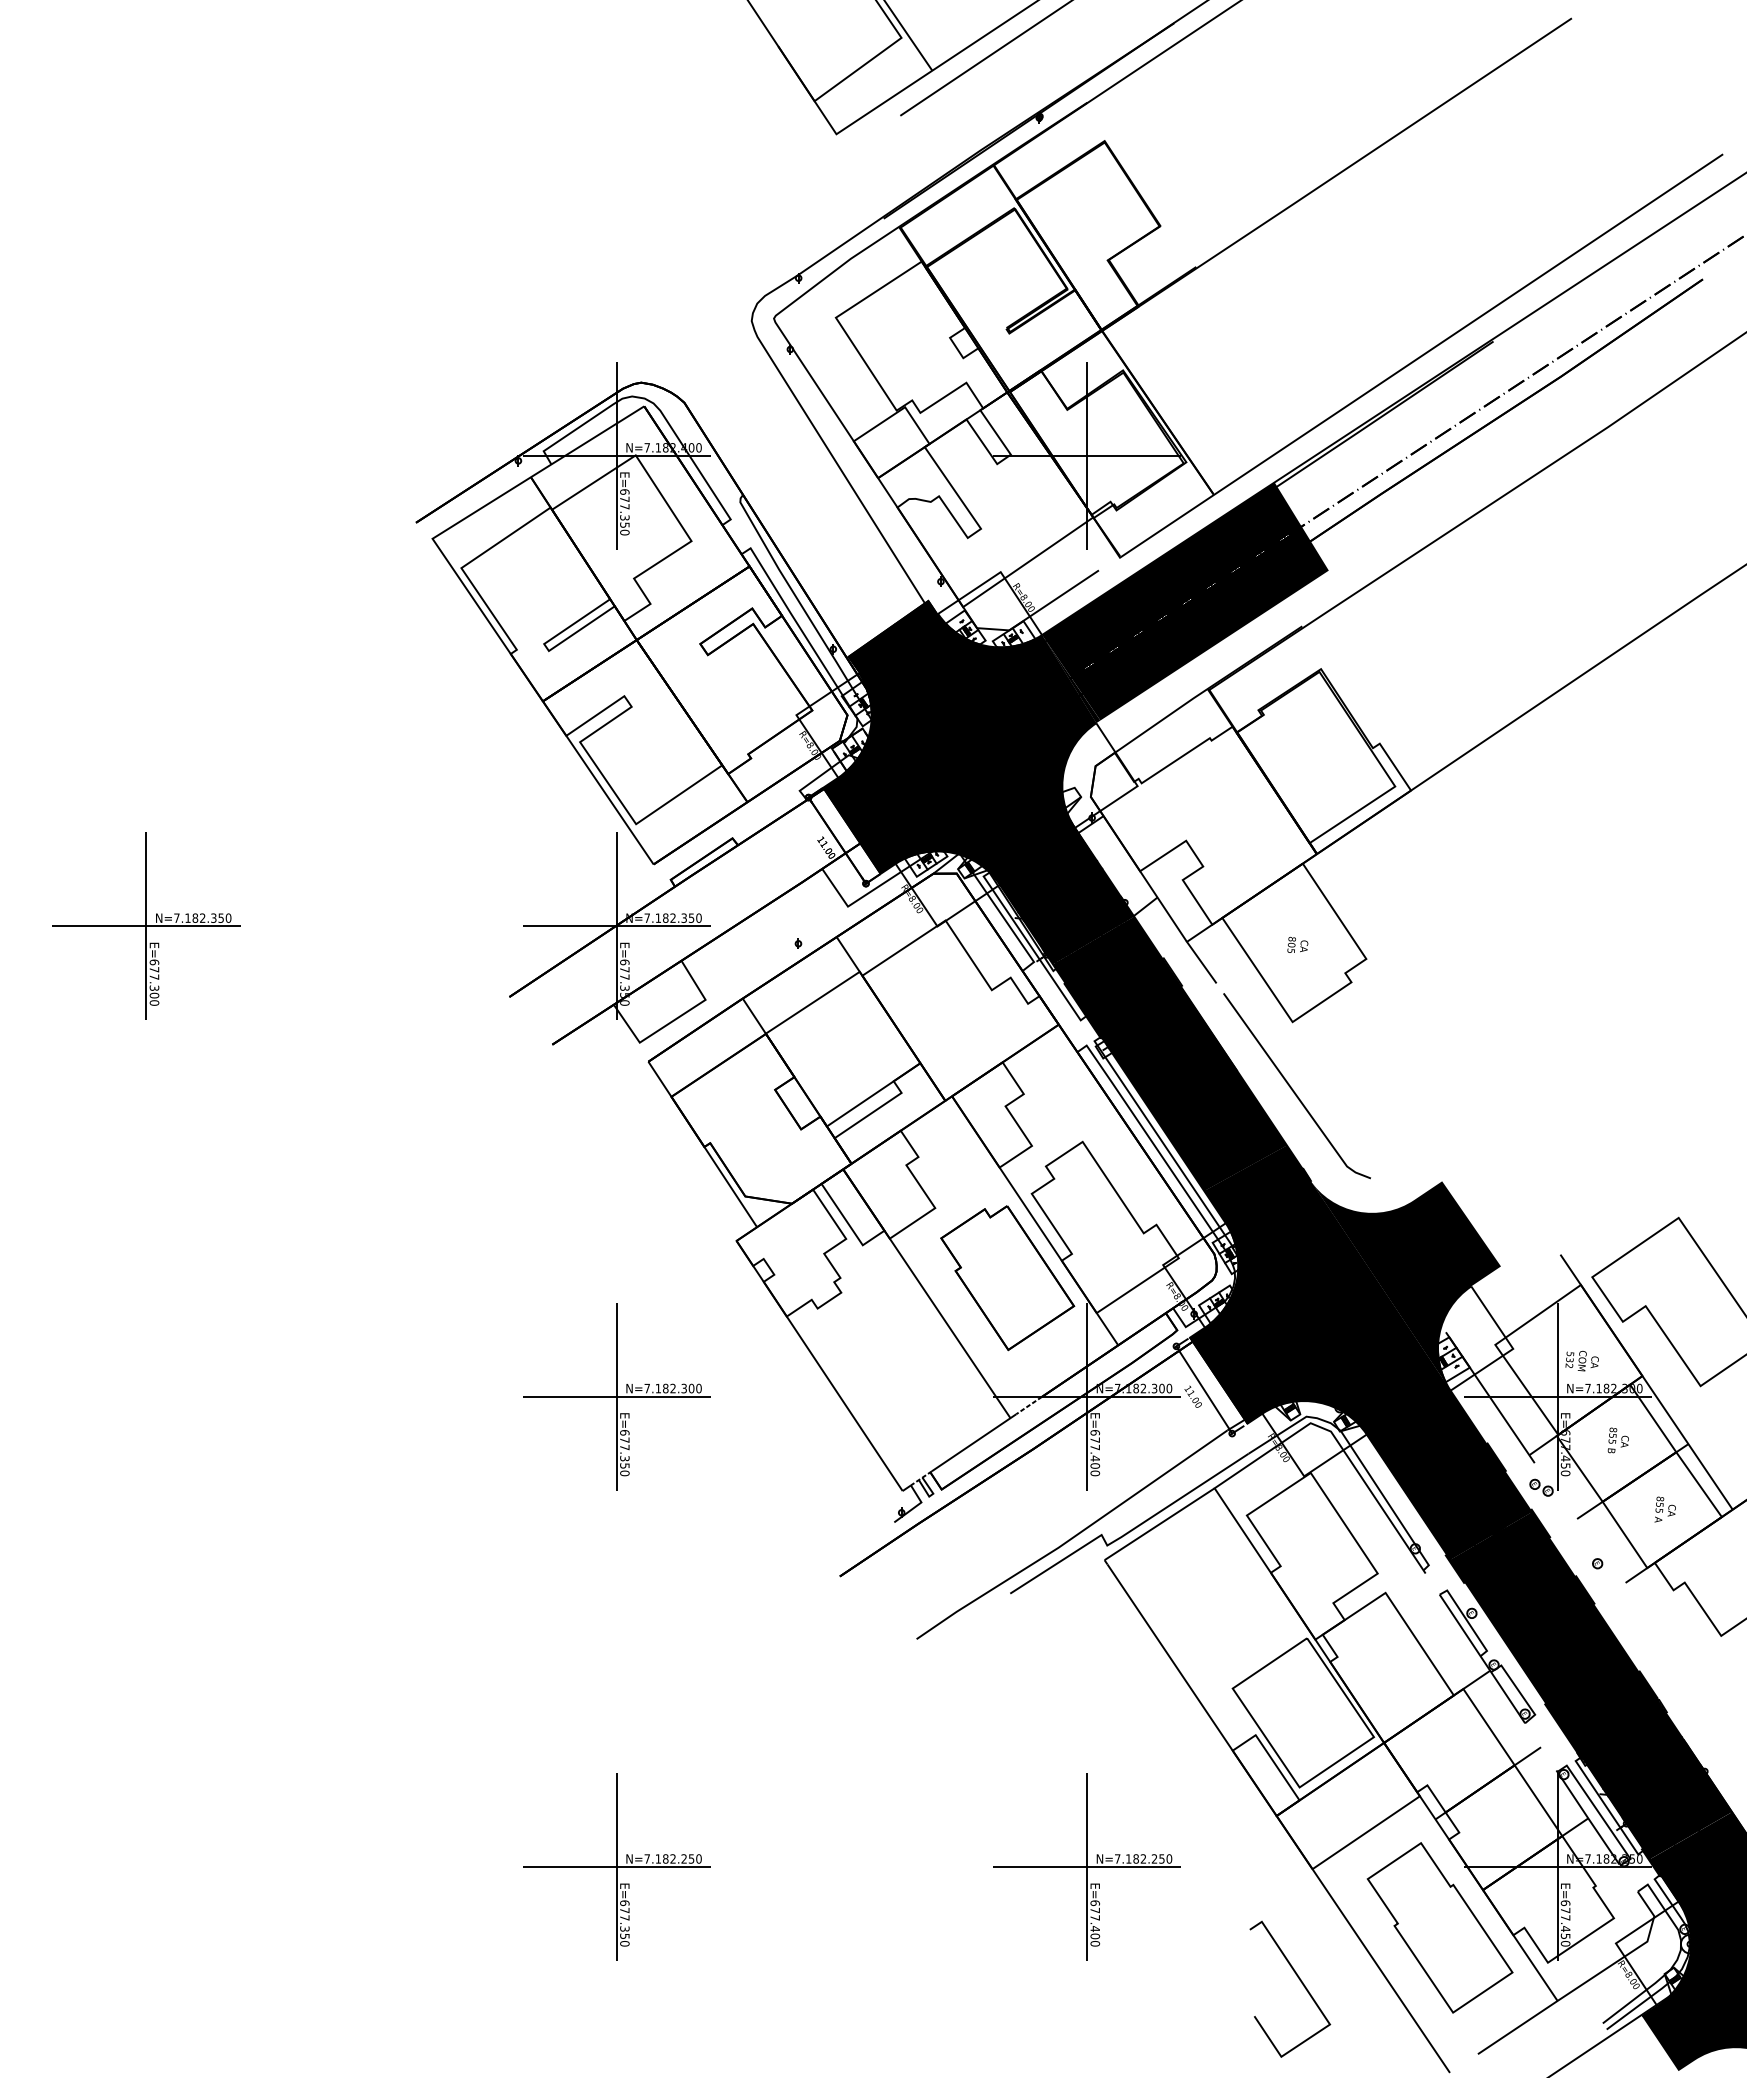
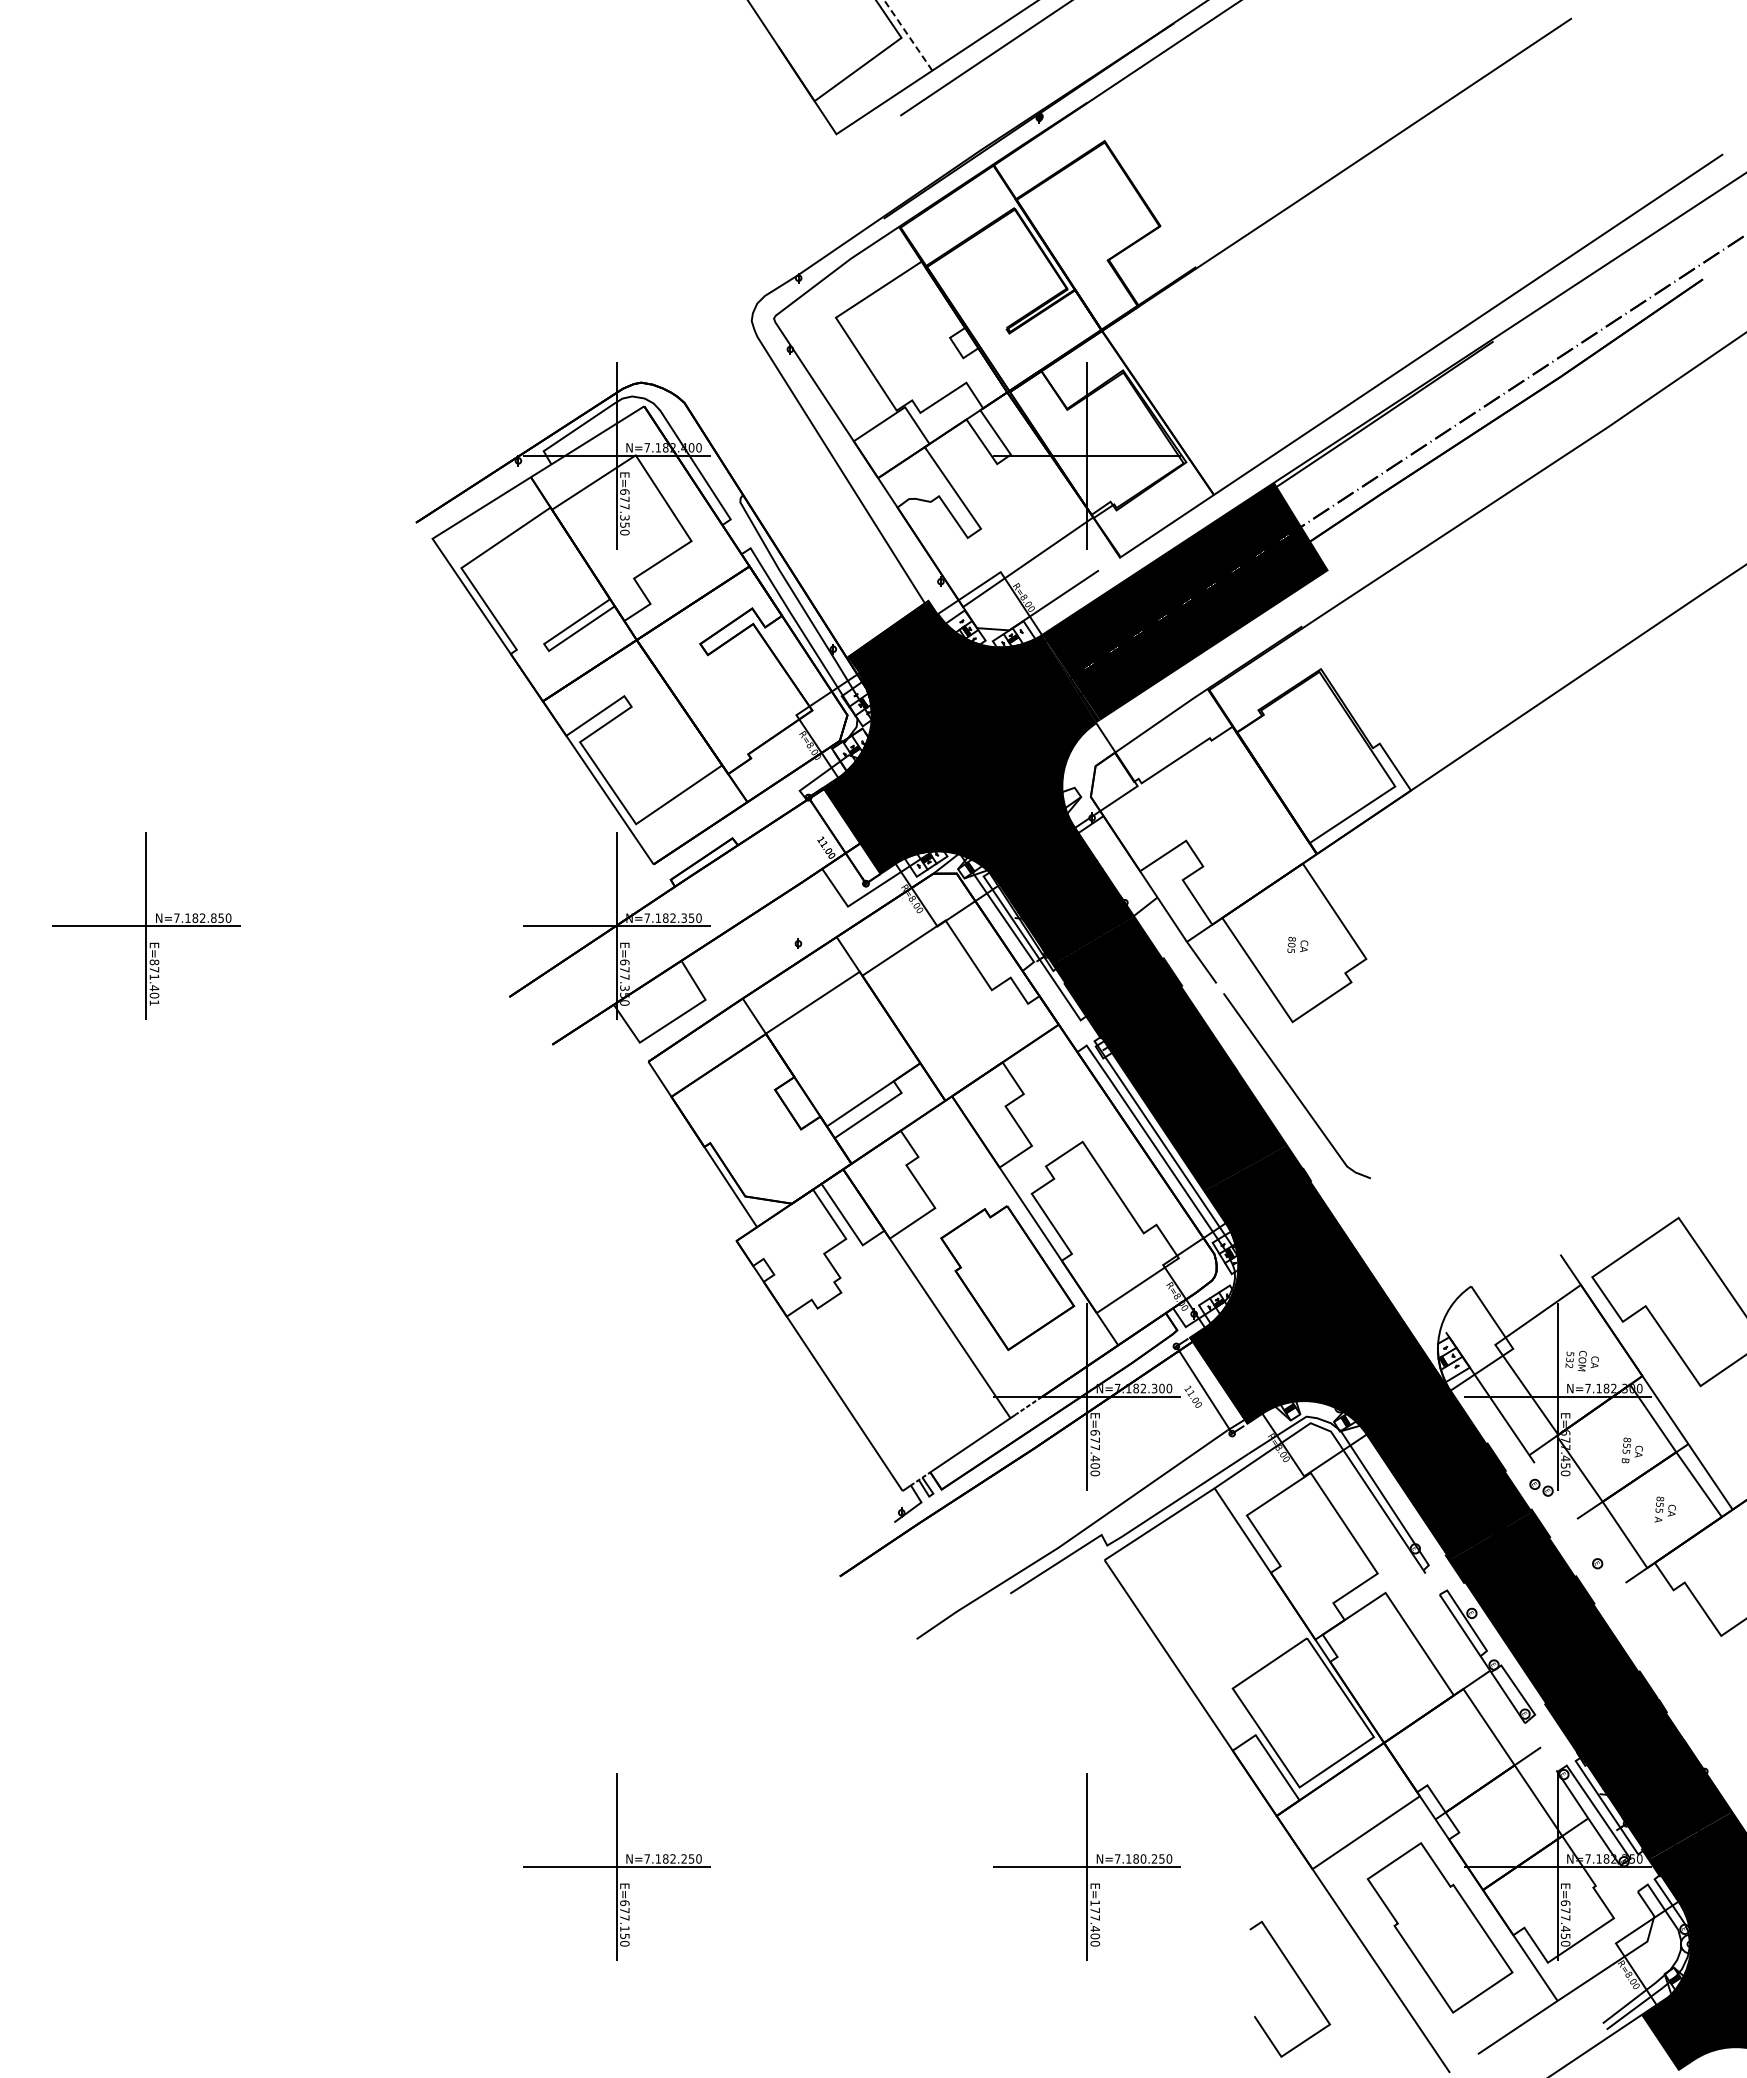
line at (908, 35): solid -> dashed
text at (213, 917): N=7.182.350 -> N=7.182.850
text at (154, 982): E=677.300 -> E=871.401
fill at (1405, 1284): present -> none
part at (616, 1396): present -> none
text at (1617, 1440) position: (1617, 1440) -> (1631, 1450)
text at (1143, 1858): N=7.182.250 -> N=7.180.250
text at (1095, 1903): E=677.400 -> E=177.400
text at (624, 1928): E=677.350 -> E=677.150
